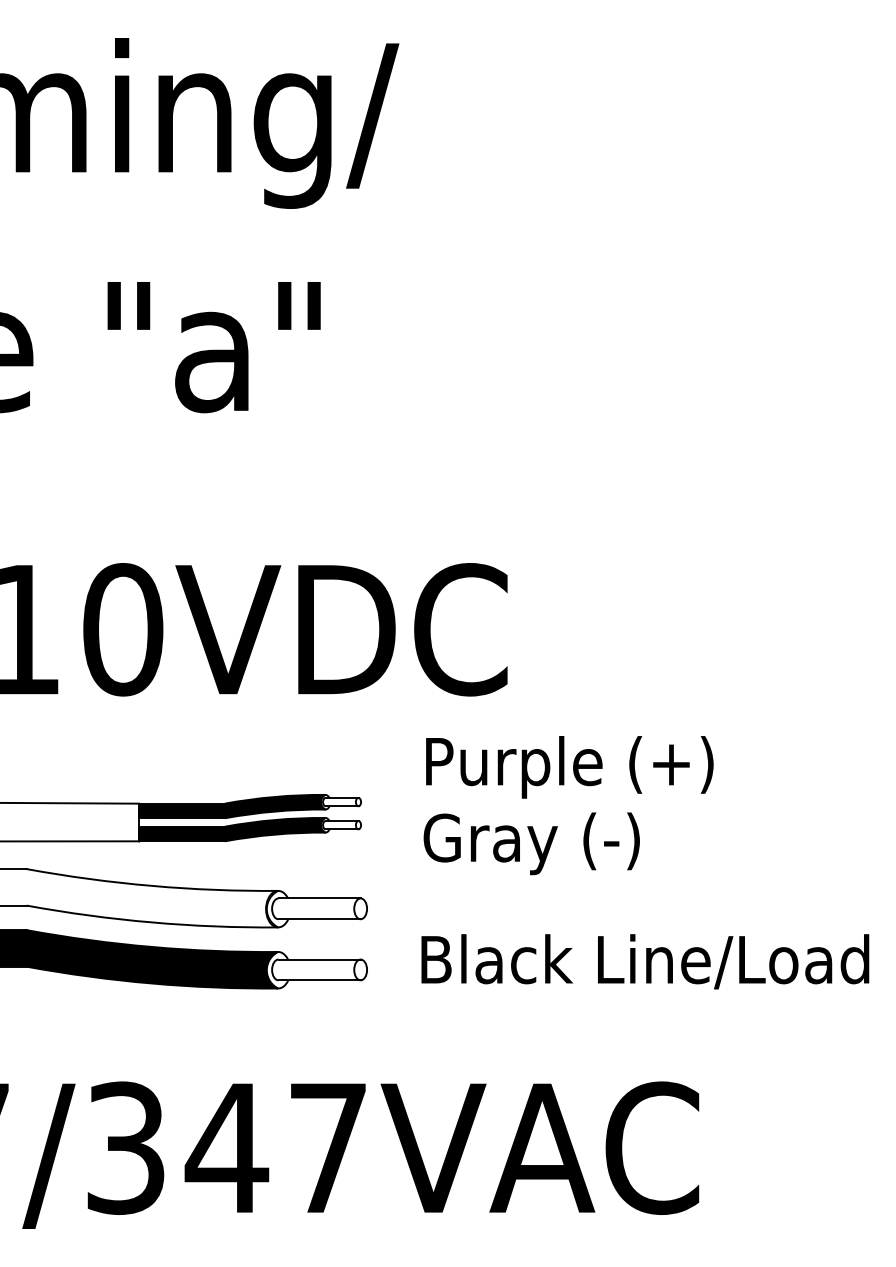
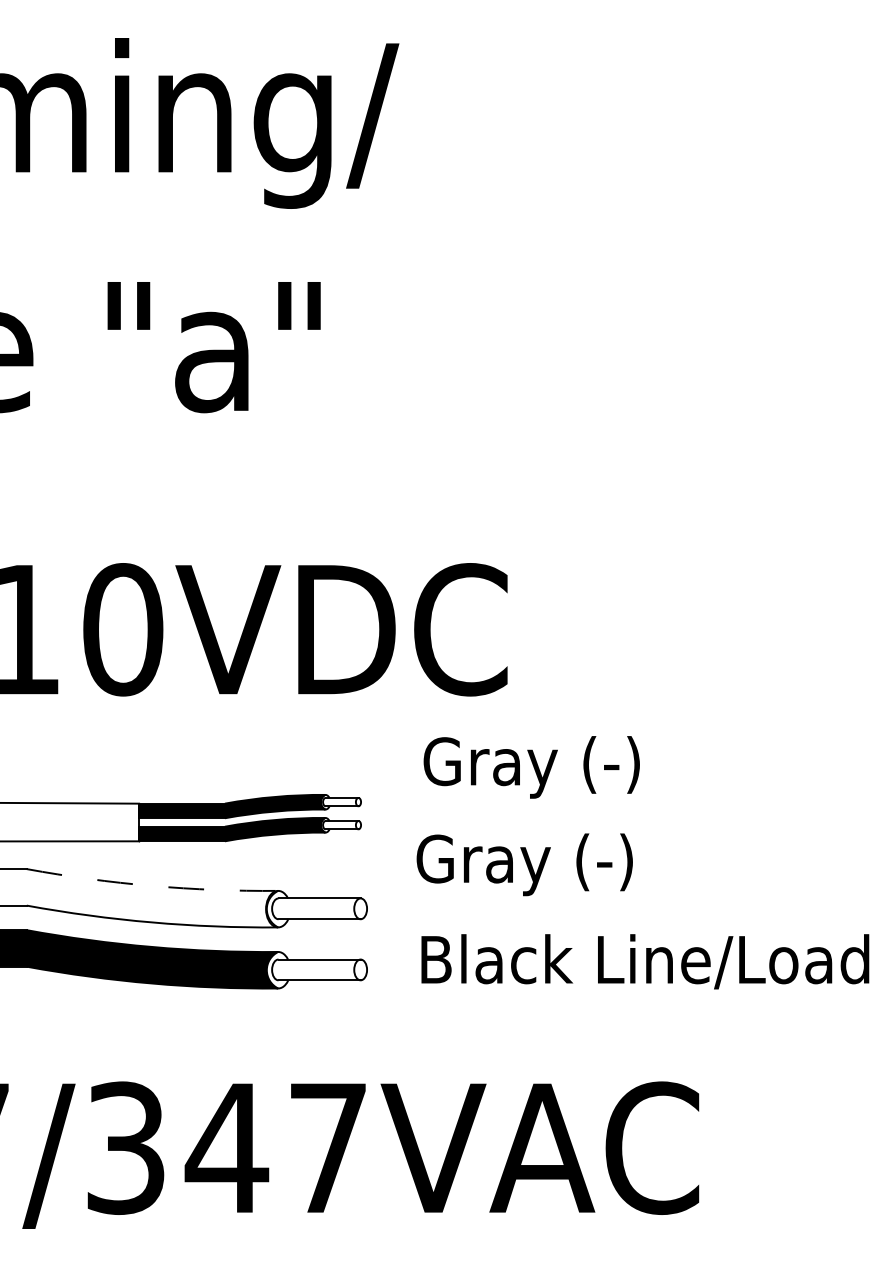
text at (568, 767): Purple (+) -> Gray (-)
text at (531, 843) position: (531, 843) -> (524, 864)
arc at (151, 885): solid -> dashed
